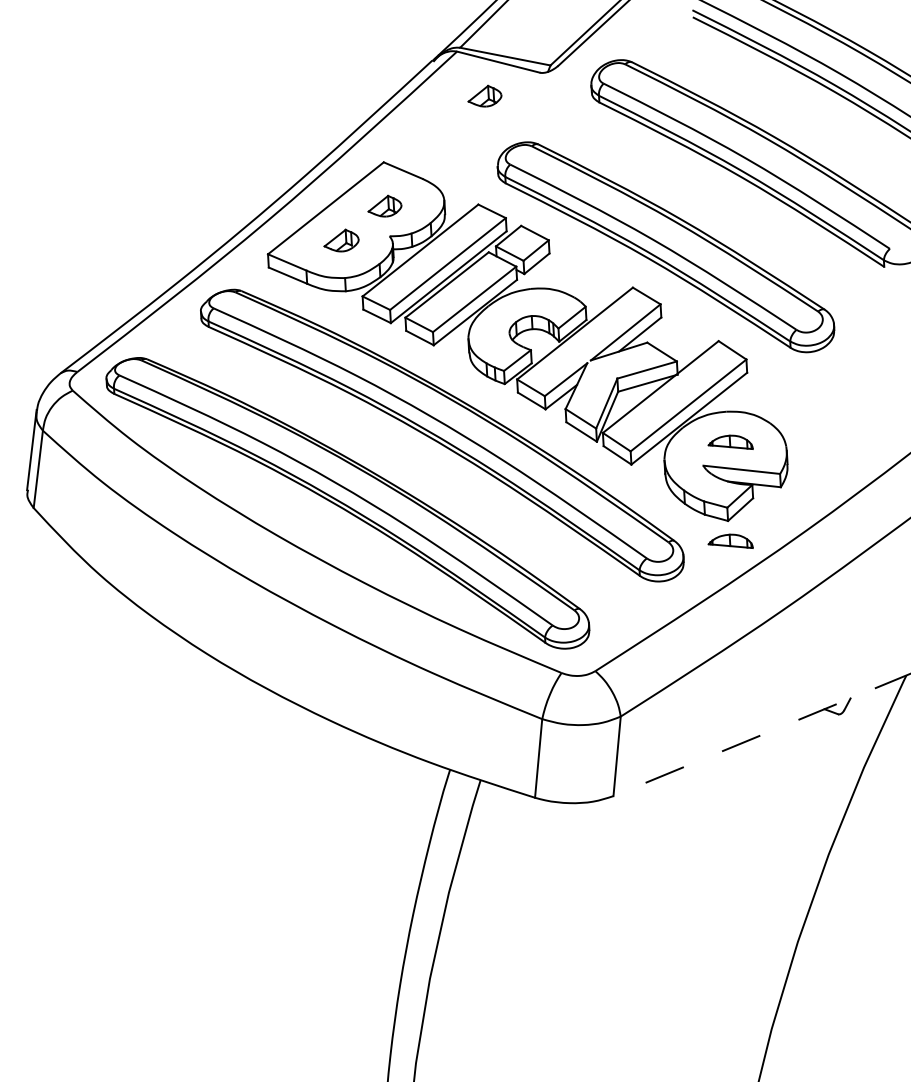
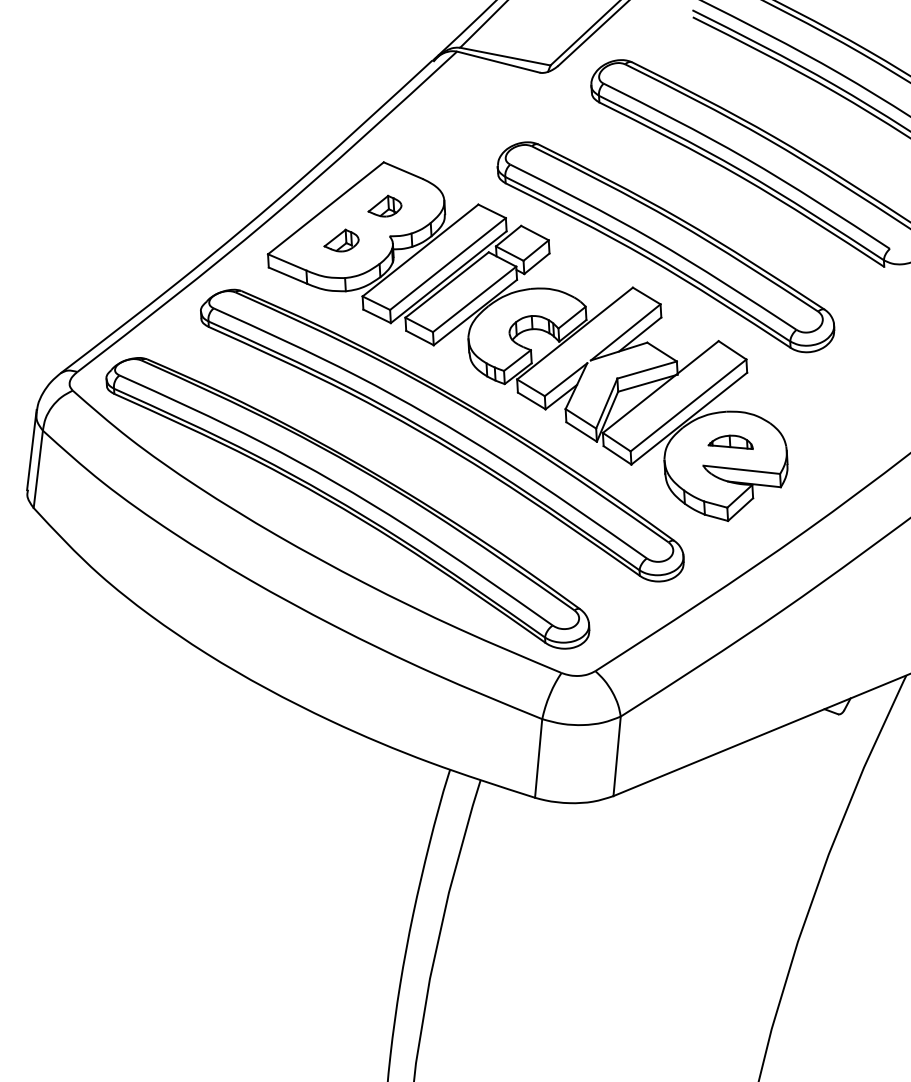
part at (484, 95): present -> none
part at (730, 540): present -> none
line at (761, 734): dashed -> solid
